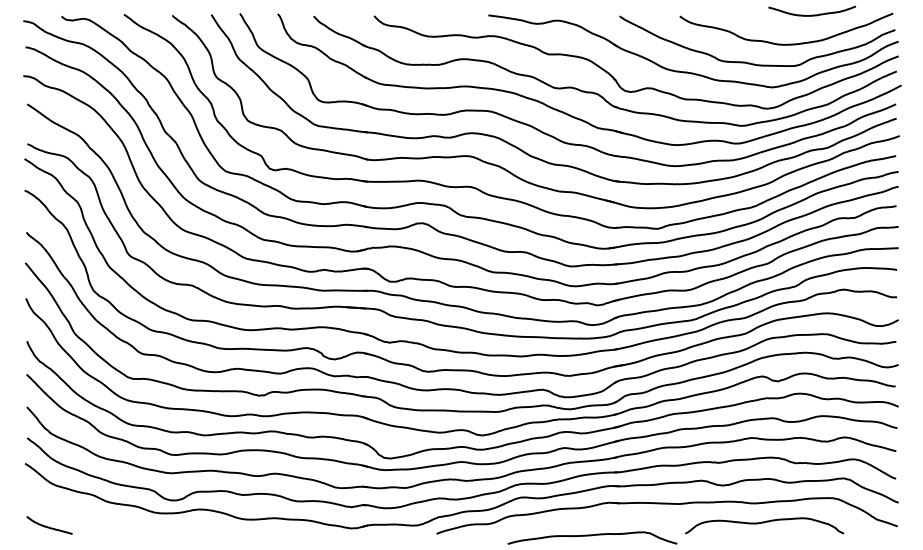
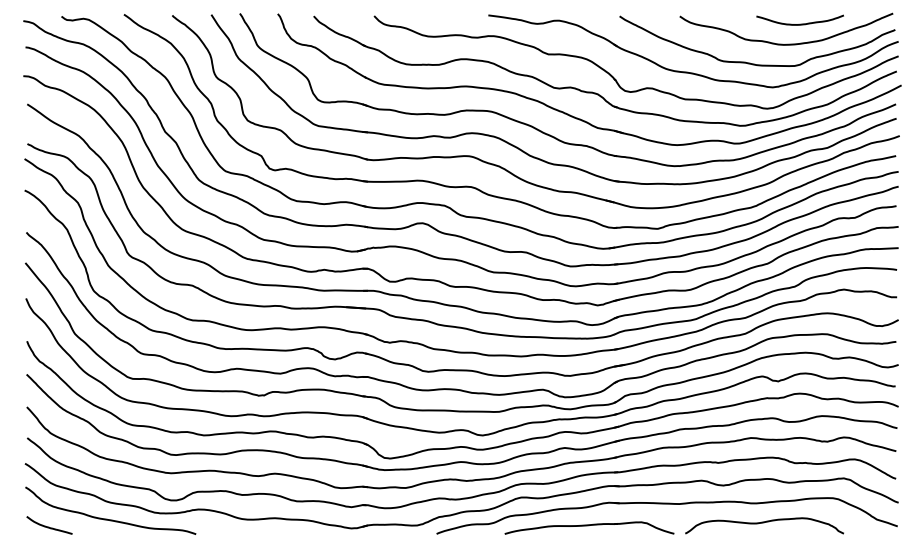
curve at (811, 14) position: (811, 14) -> (799, 23)
curve at (107, 518): none -> present
part at (592, 537) position: (592, 537) -> (589, 527)
